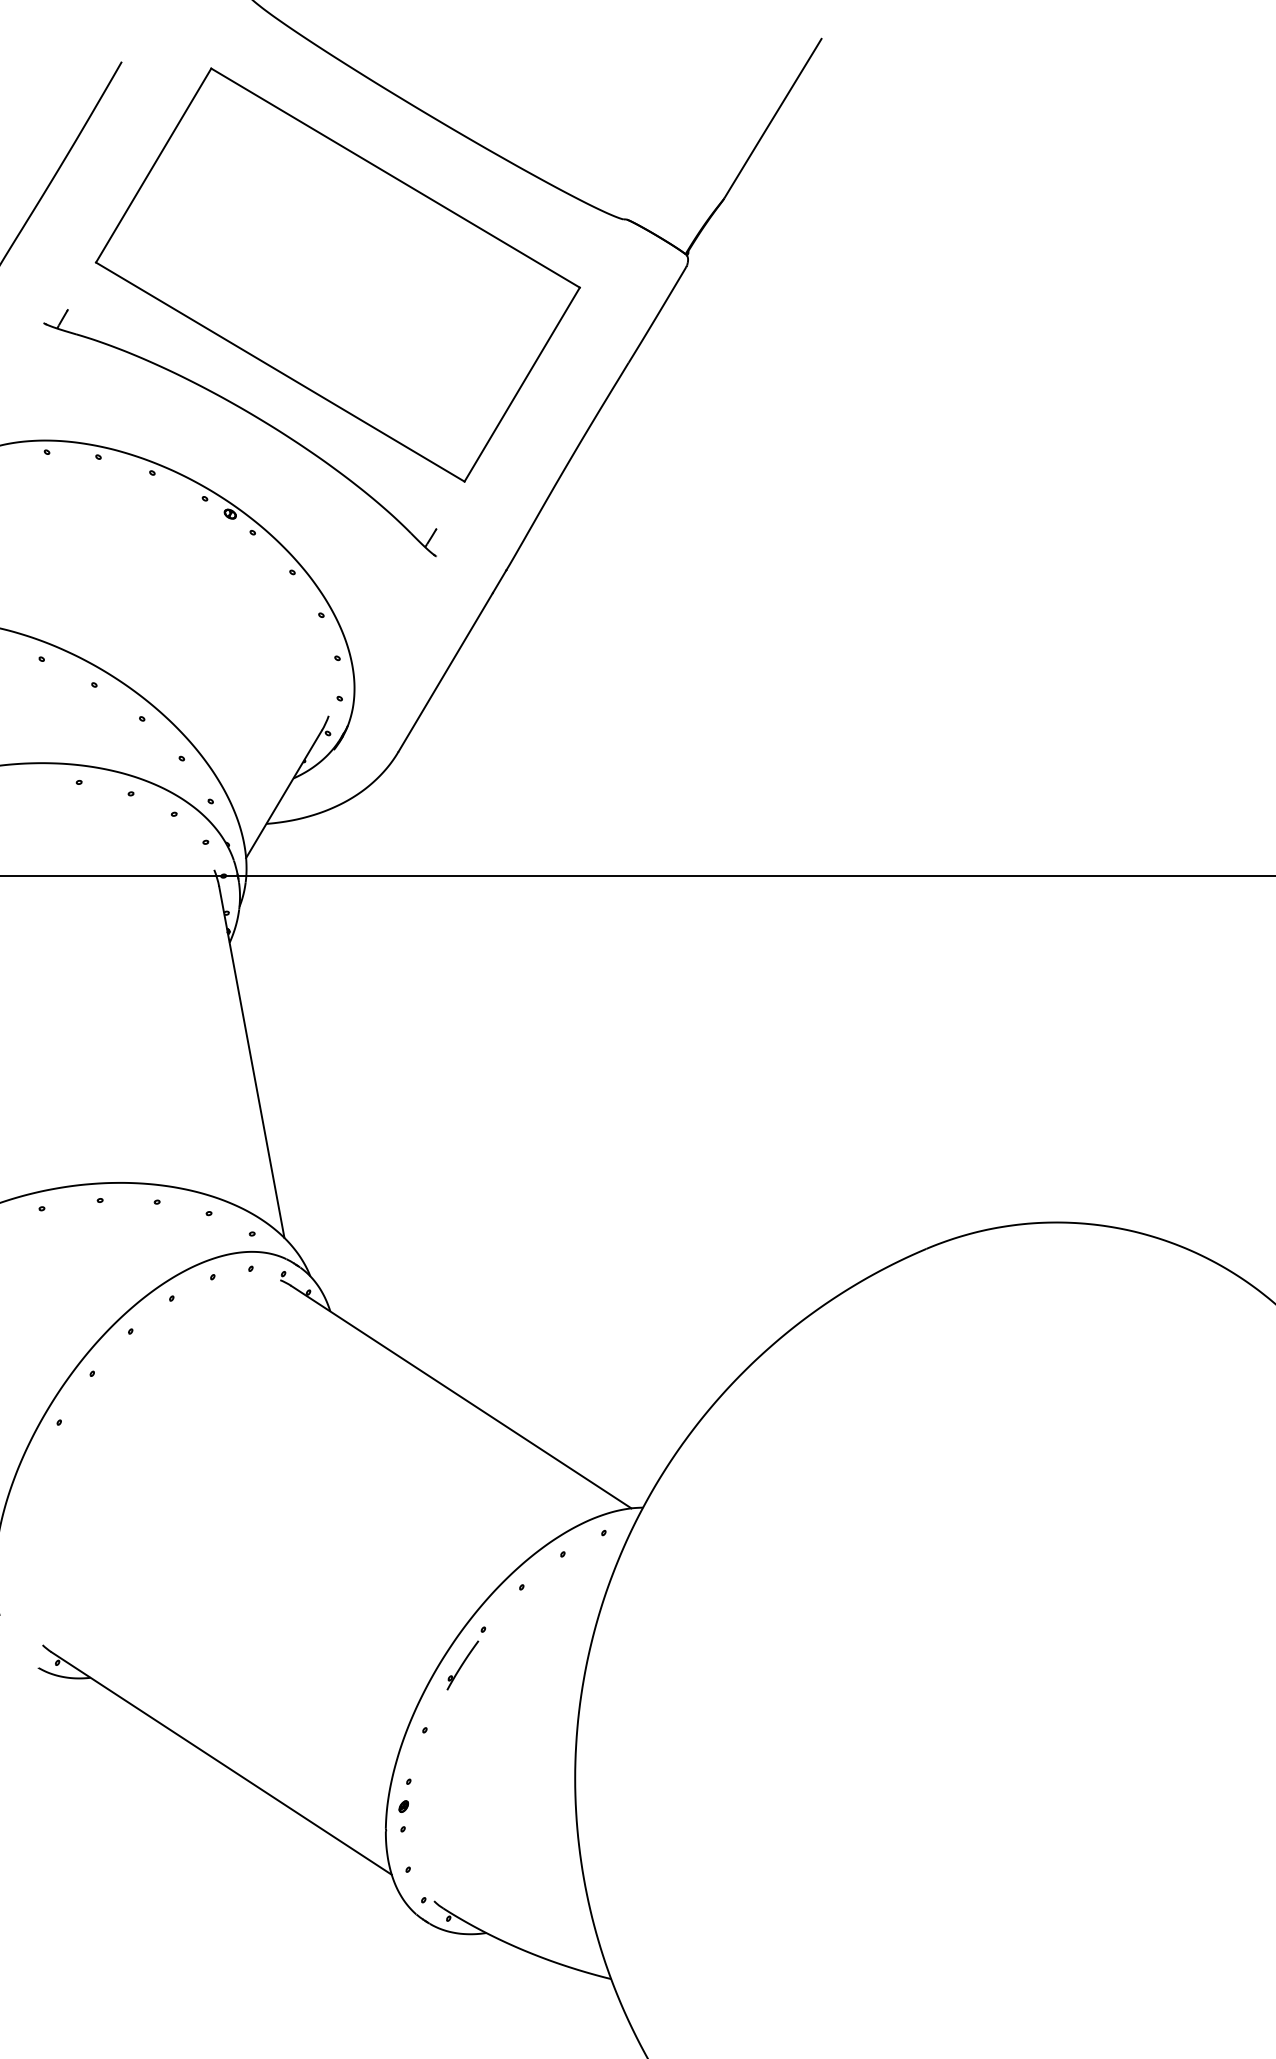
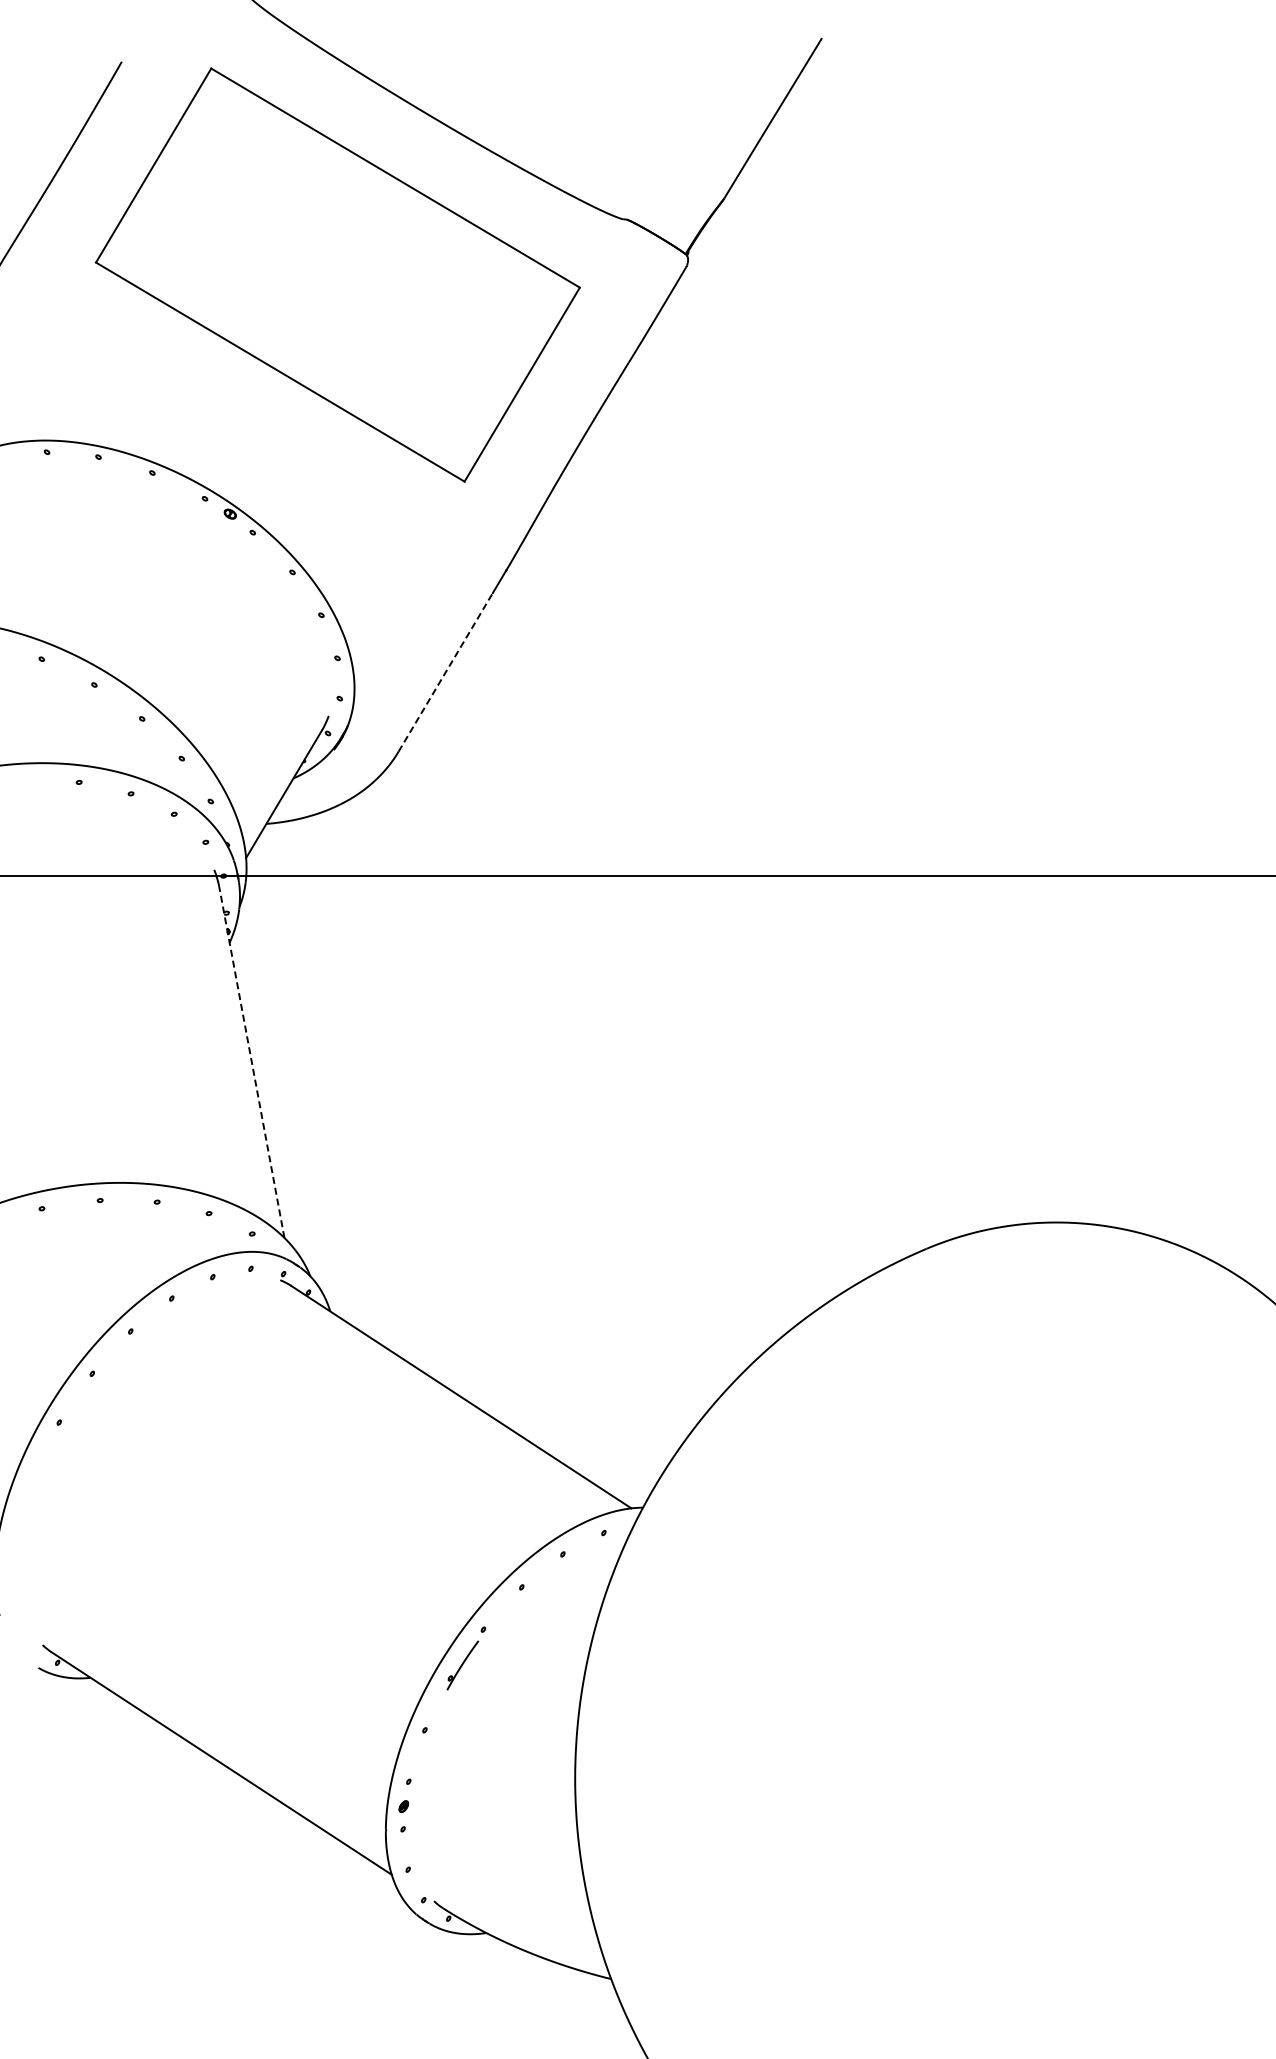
part at (249, 414): present -> none
line at (445, 671): solid -> dashed
line at (251, 1062): solid -> dashed
